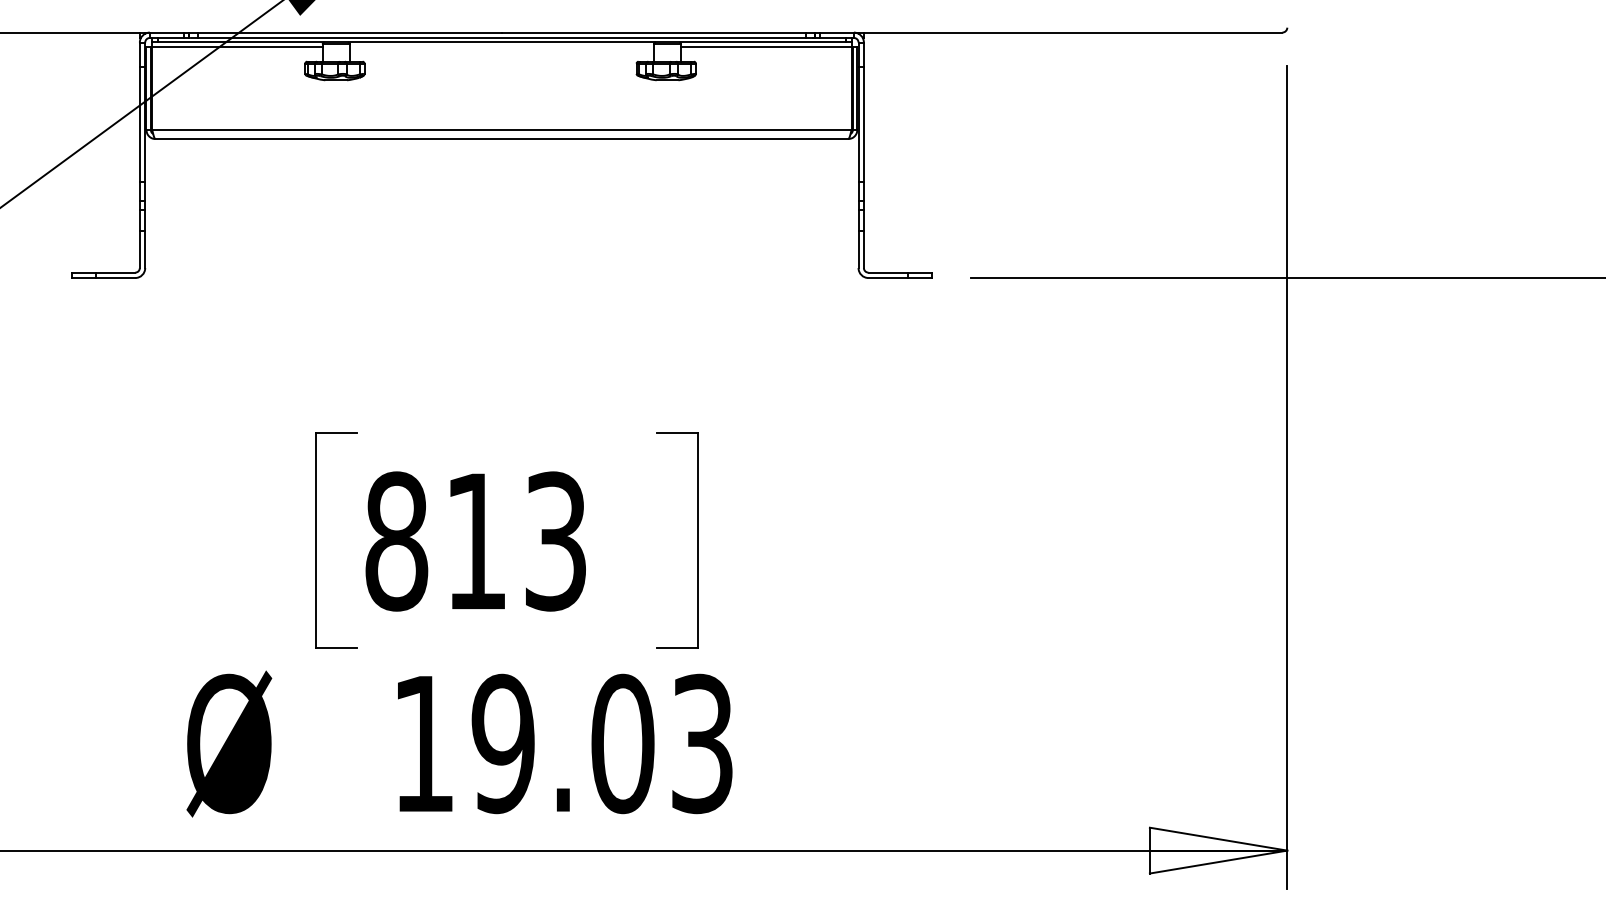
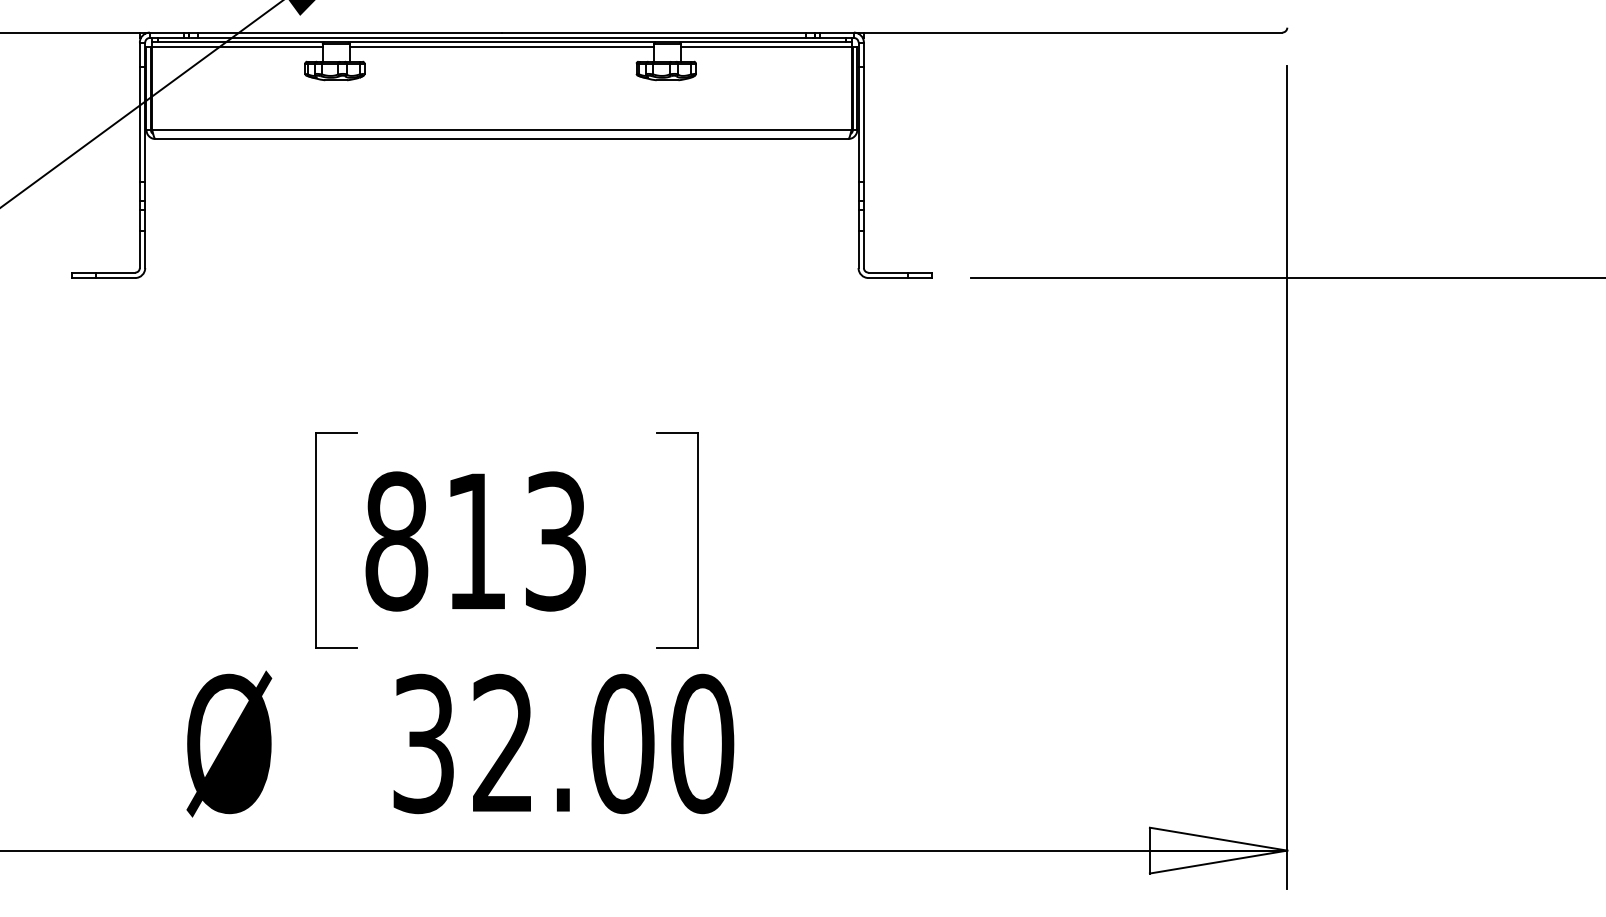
line at (501, 47): none -> present
text at (563, 743): 19.03 -> 32.00
